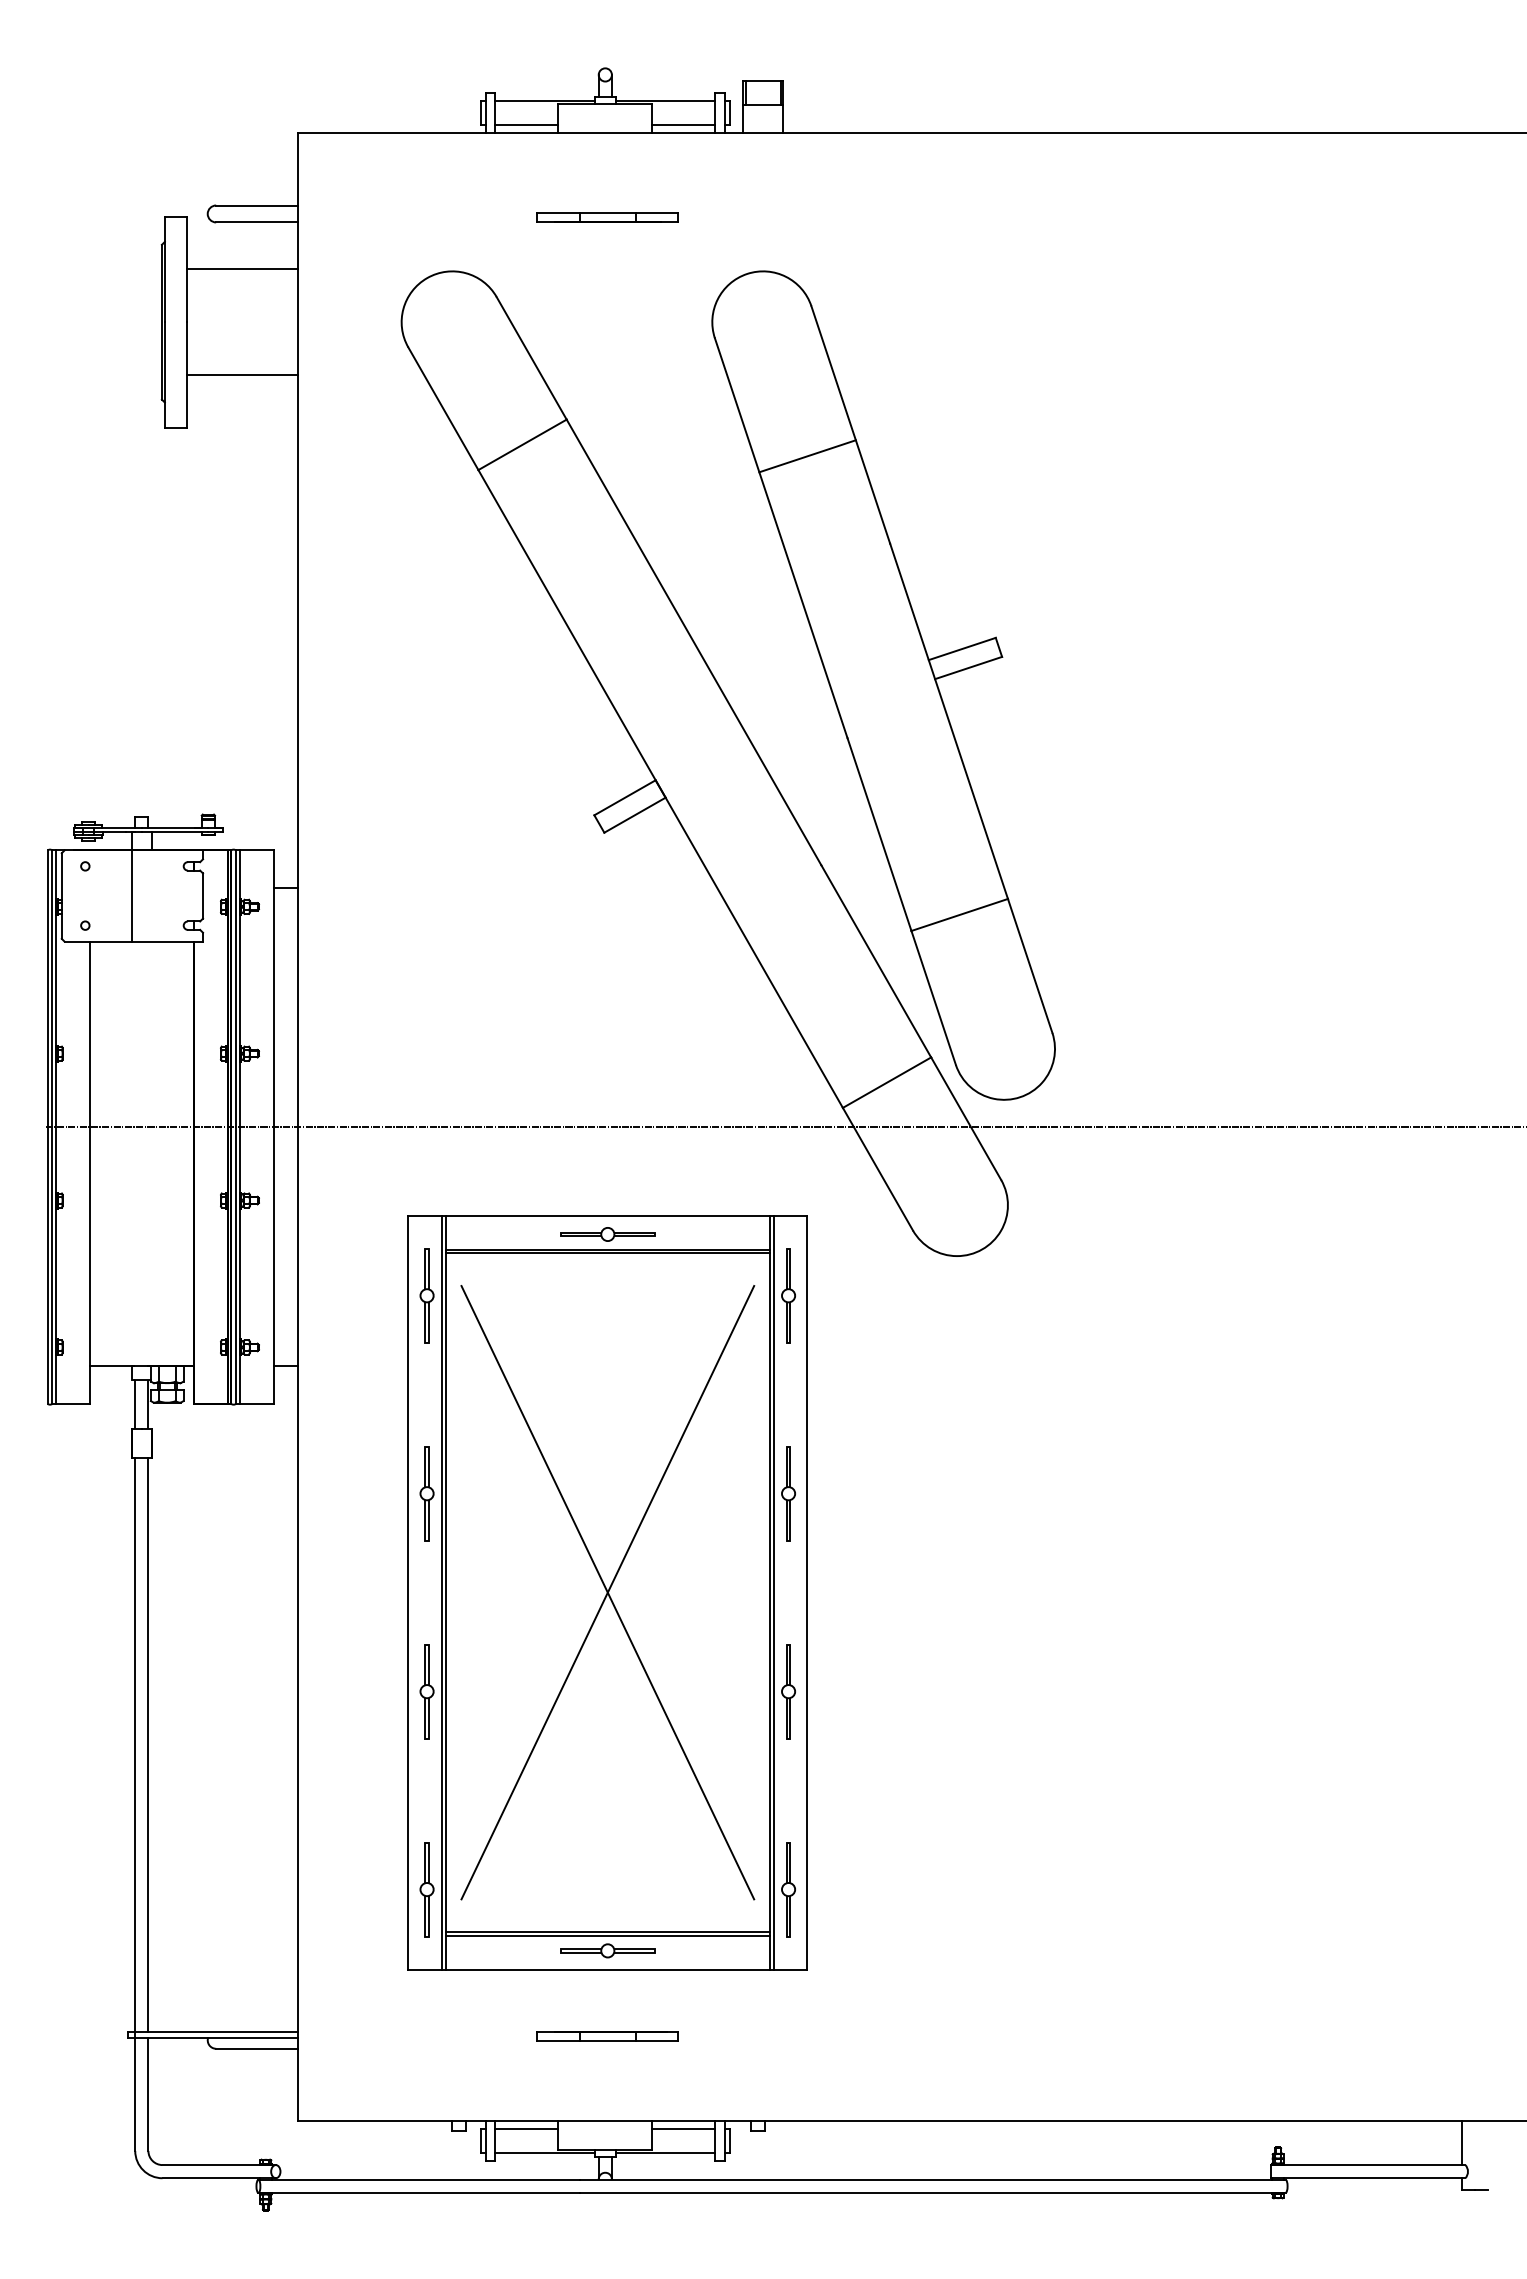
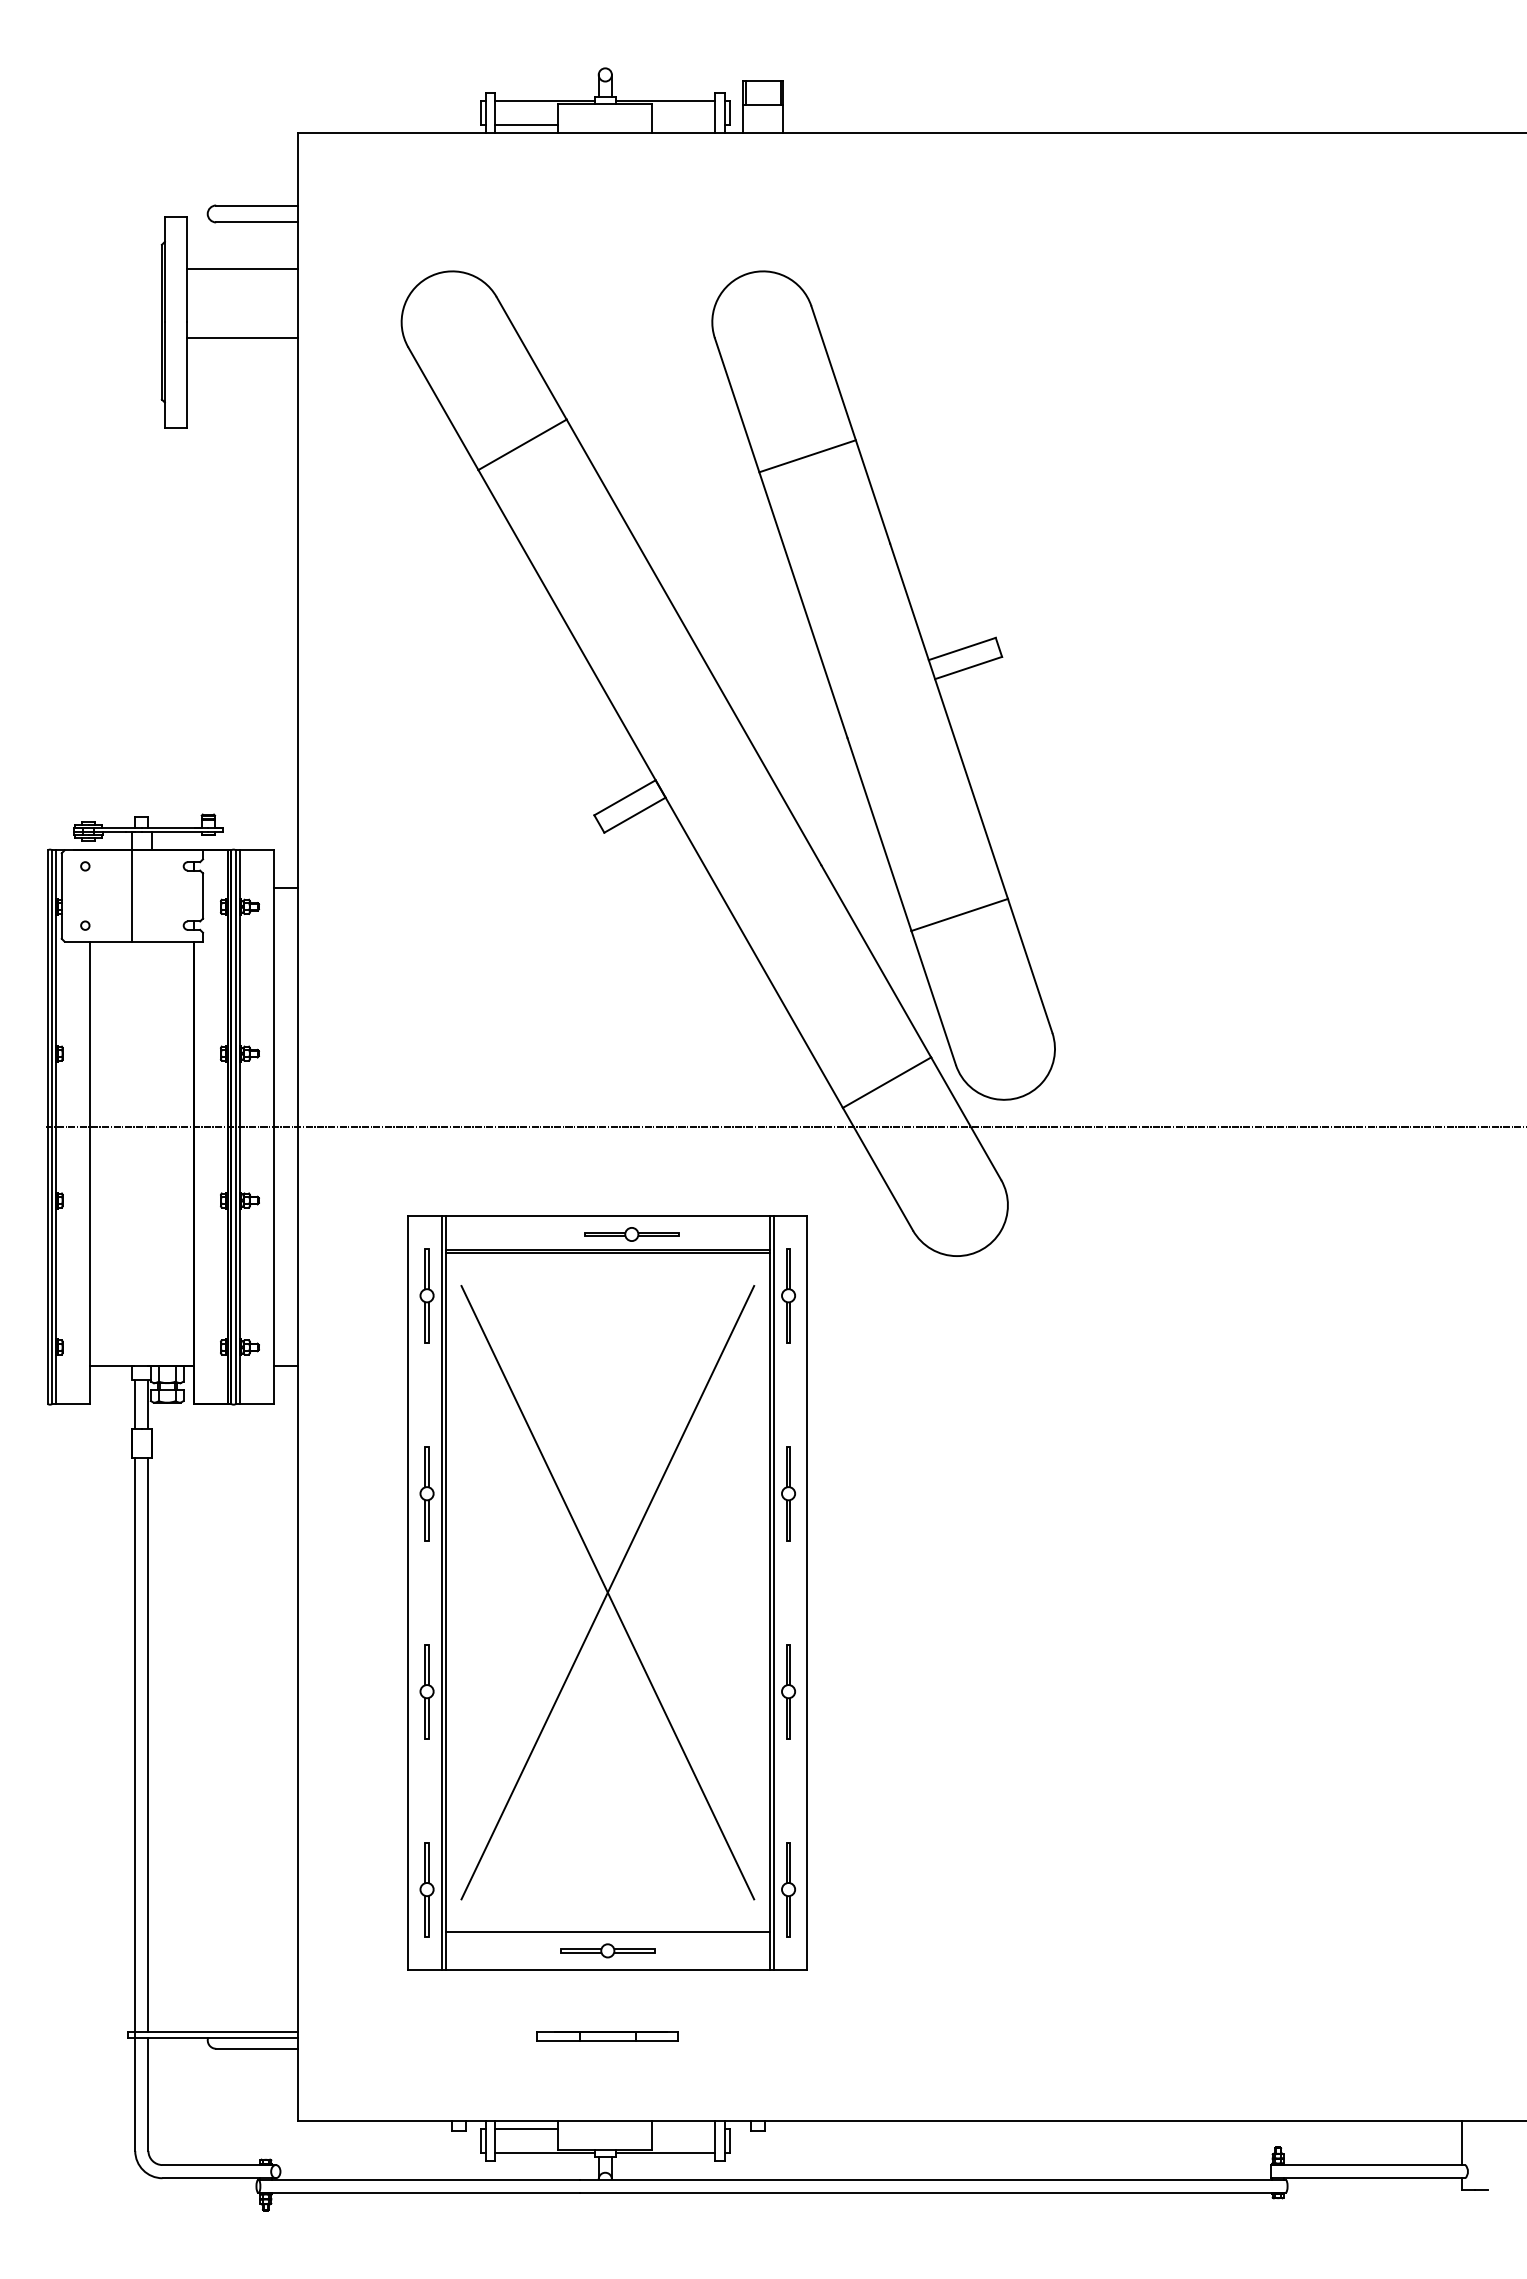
line at (683, 125): present -> none
part at (607, 217): present -> none
line at (242, 375) position: (242, 375) -> (242, 338)
part at (607, 1234) position: (607, 1234) -> (631, 1234)
line at (607, 1935): present -> none
line at (683, 2129): present -> none
